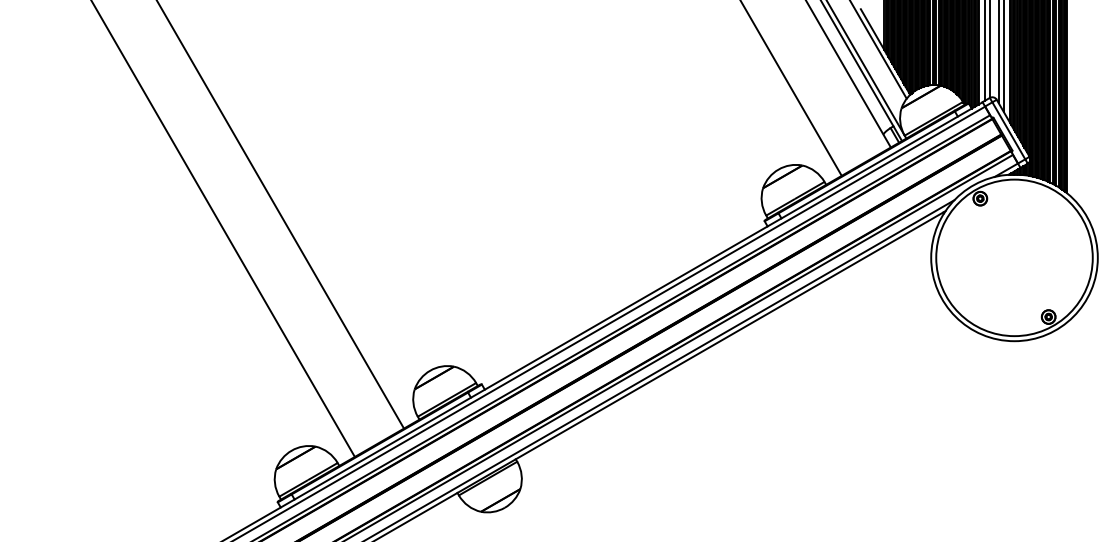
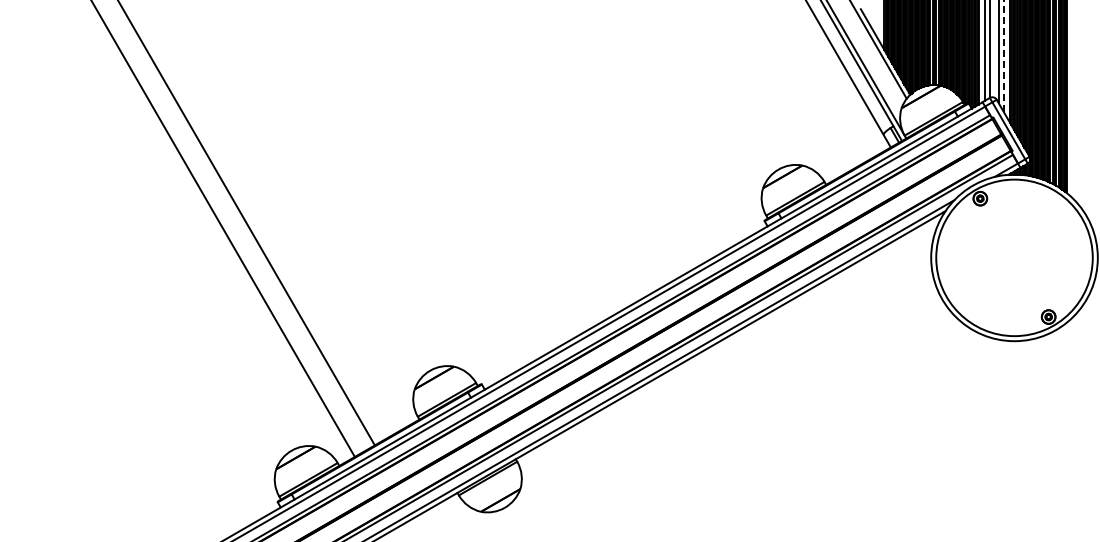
line at (1003, 55): solid -> dashed
line at (791, 88): present -> none
line at (280, 215) position: (280, 215) -> (247, 223)
